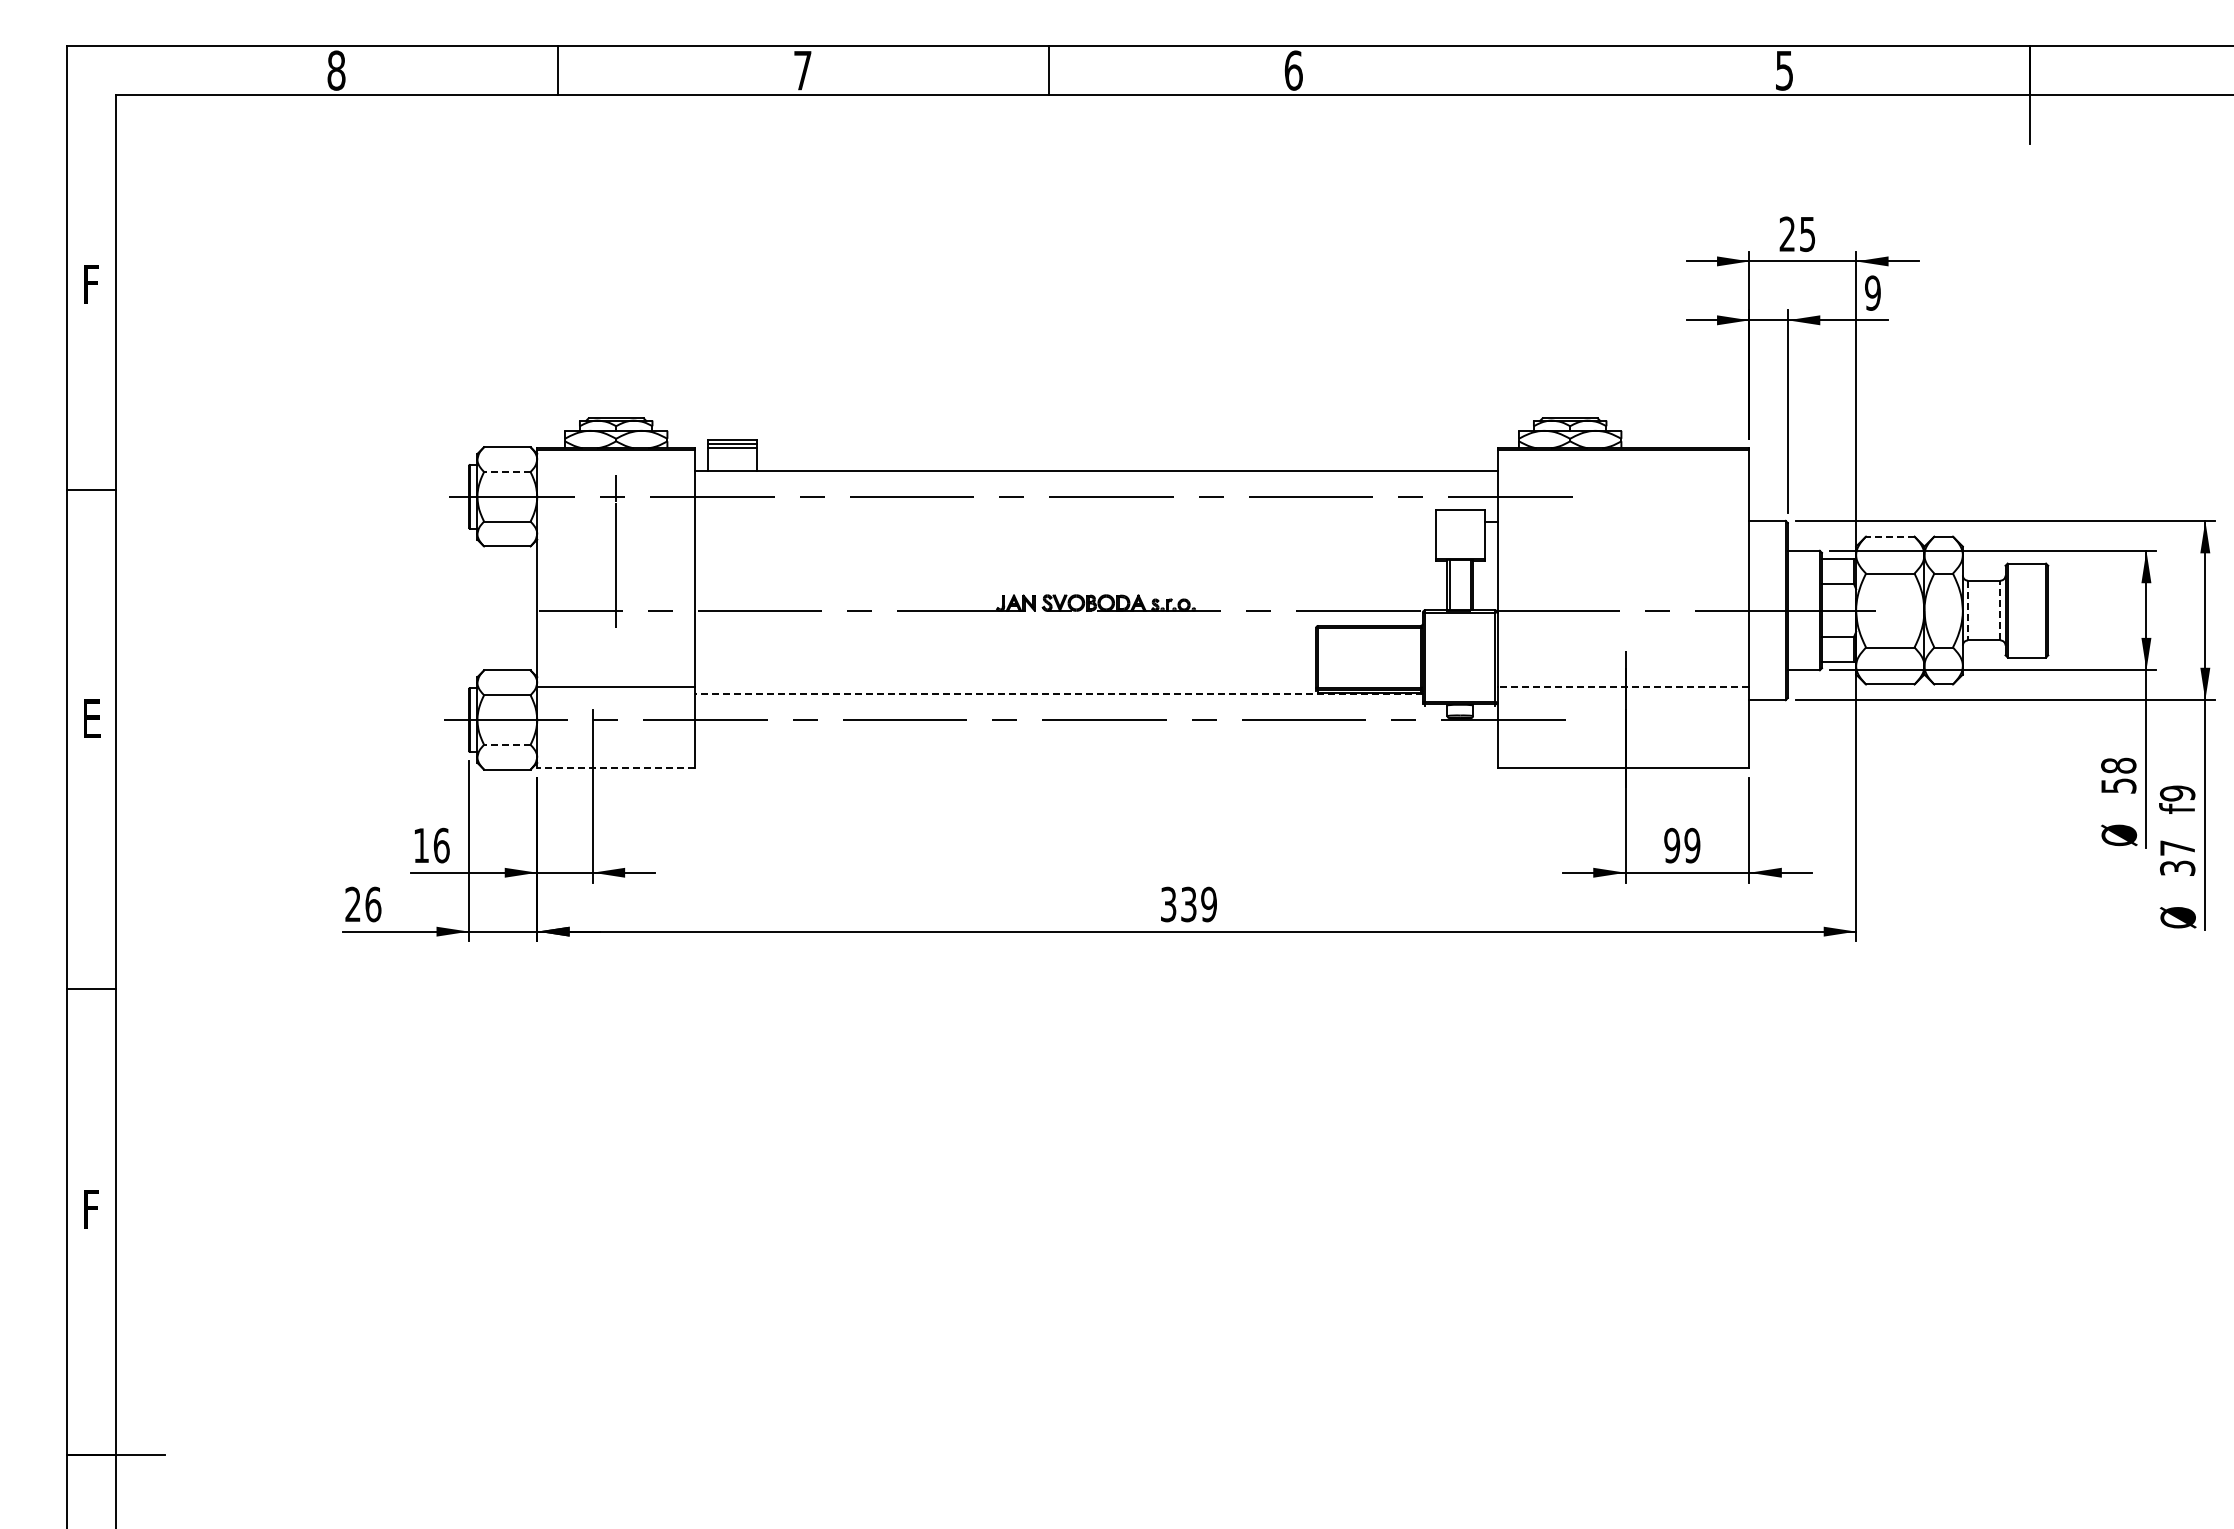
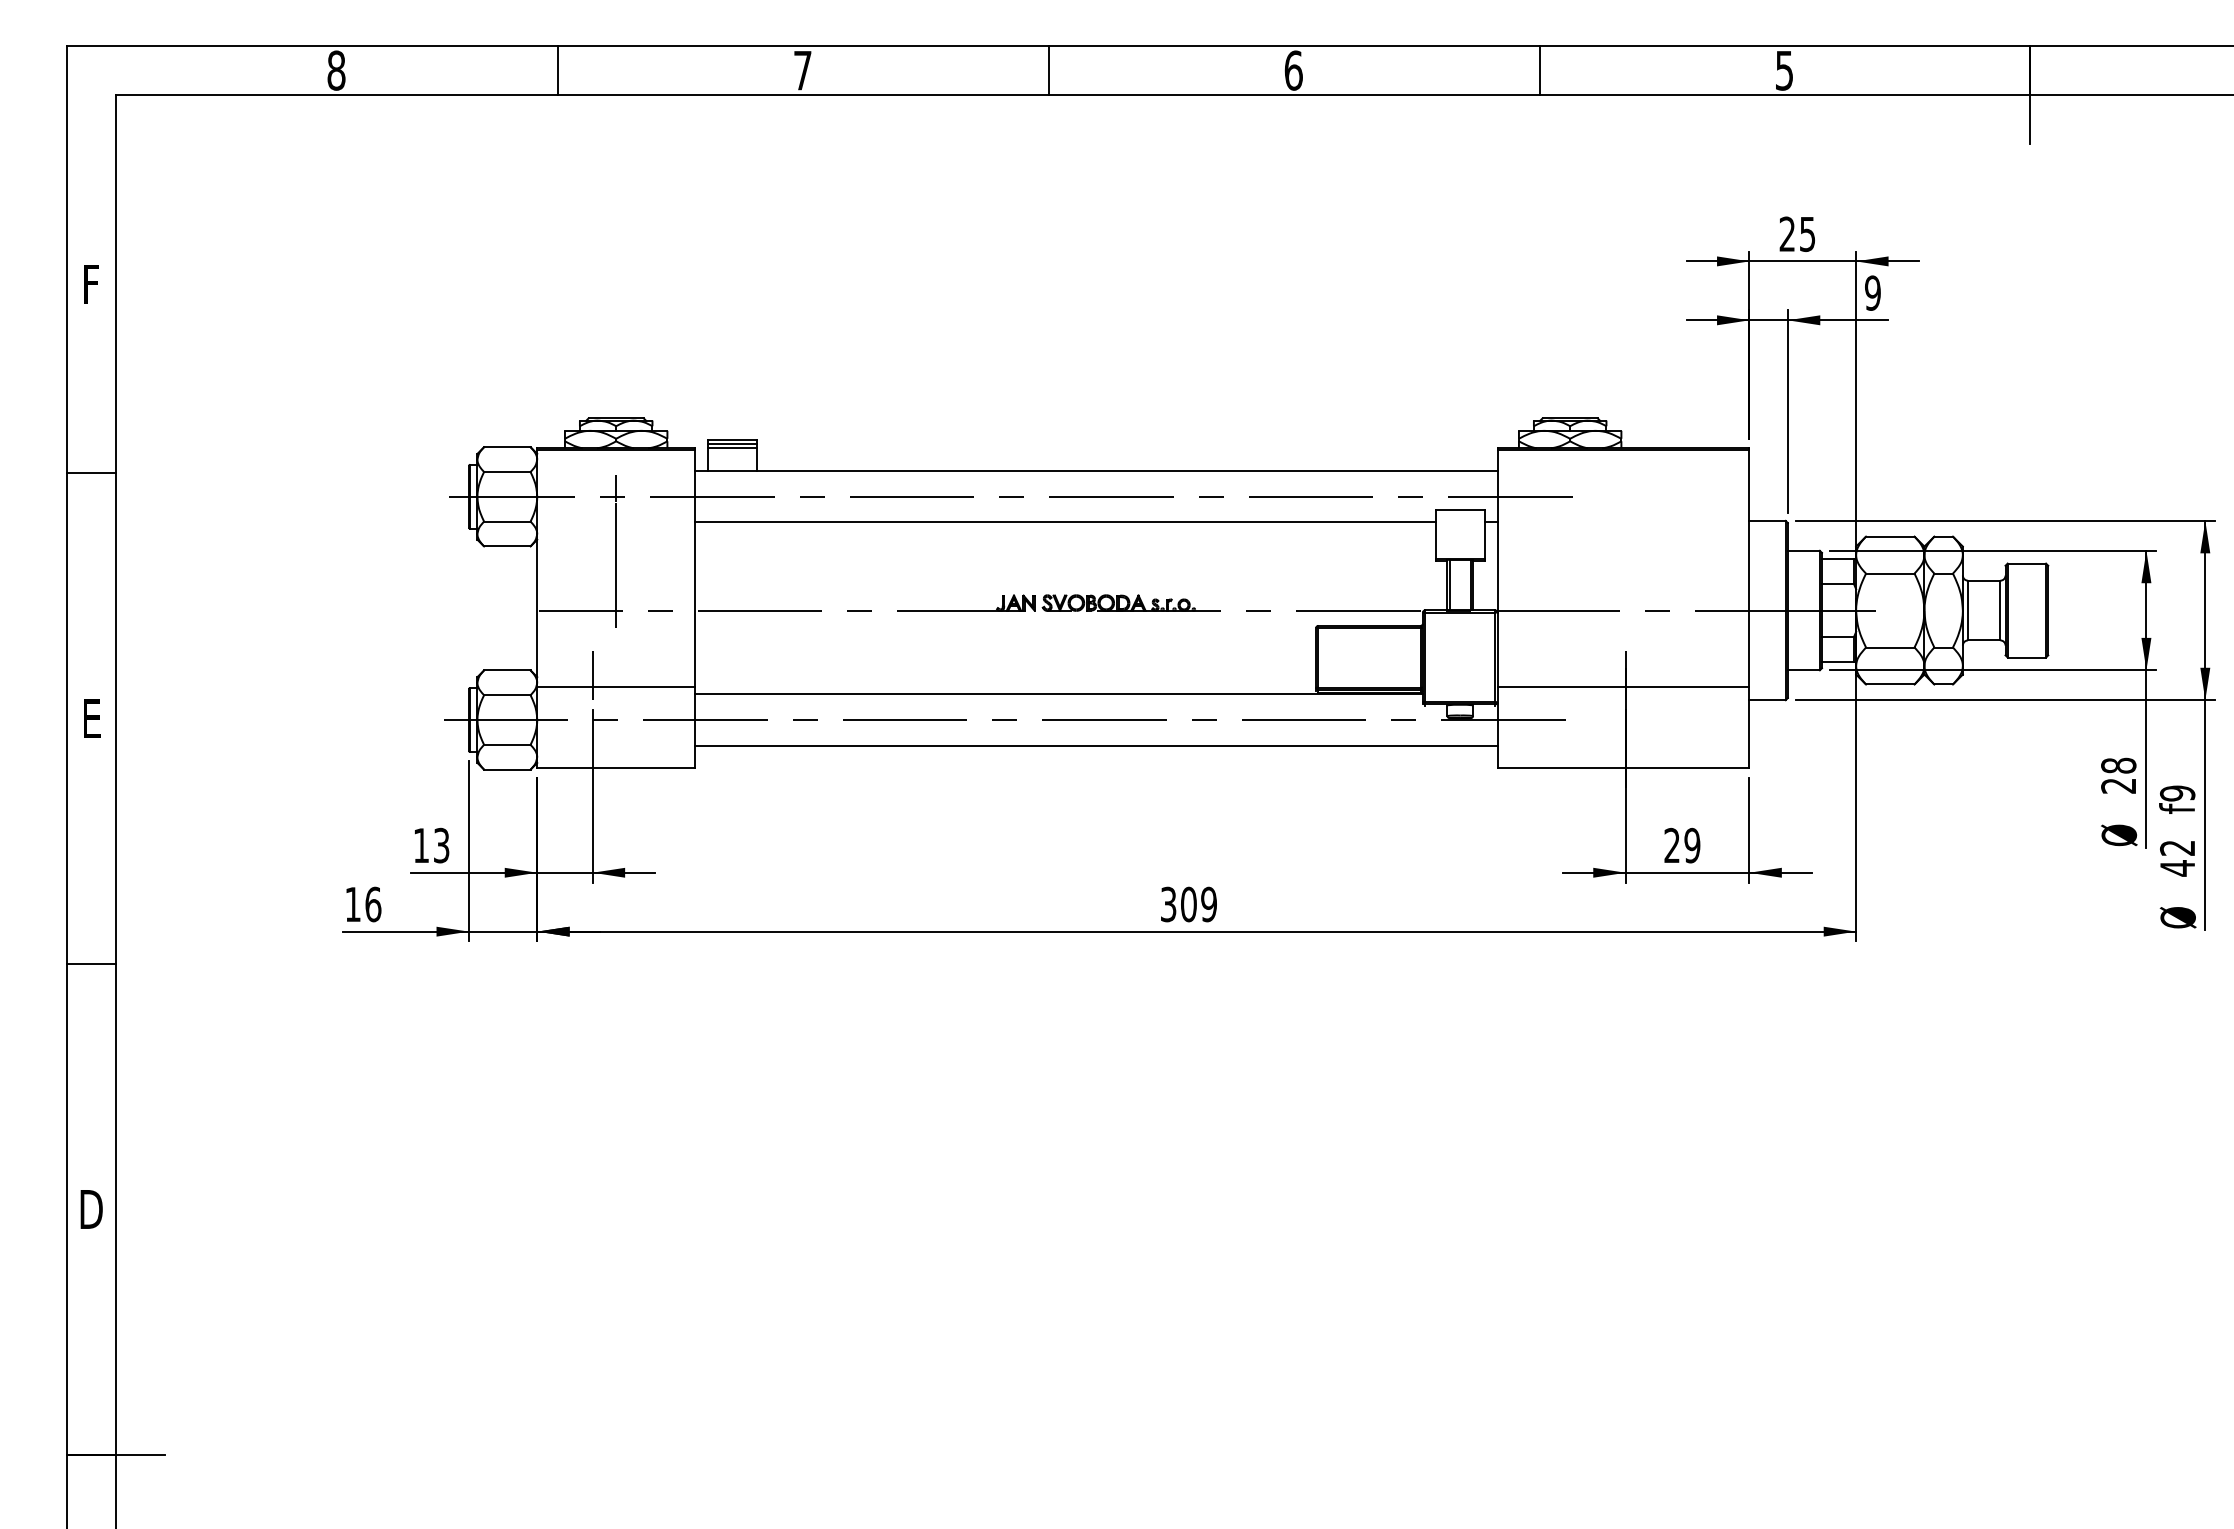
line at (1539, 70): none -> present
line at (506, 472): dashed -> solid
line at (91, 490) position: (91, 490) -> (91, 473)
line at (1065, 522): none -> present
line at (1889, 536): dashed -> solid
line at (1967, 610): dashed -> solid
line at (2000, 610): dashed -> solid
line at (592, 675): none -> present
line at (1623, 687): dashed -> solid
line at (1059, 694): dashed -> solid
line at (506, 744): dashed -> solid
line at (1096, 745): none -> present
line at (616, 768): dashed -> solid
text at (2118, 785): 58 -> 28
text at (441, 845): 16 -> 13
text at (1672, 845): 99 -> 29
text at (2177, 858): 37 -> 42
text at (352, 903): 26 -> 16
text at (1188, 904): 339 -> 309
line at (91, 988) position: (91, 988) -> (91, 963)
text at (91, 1209): F -> D
